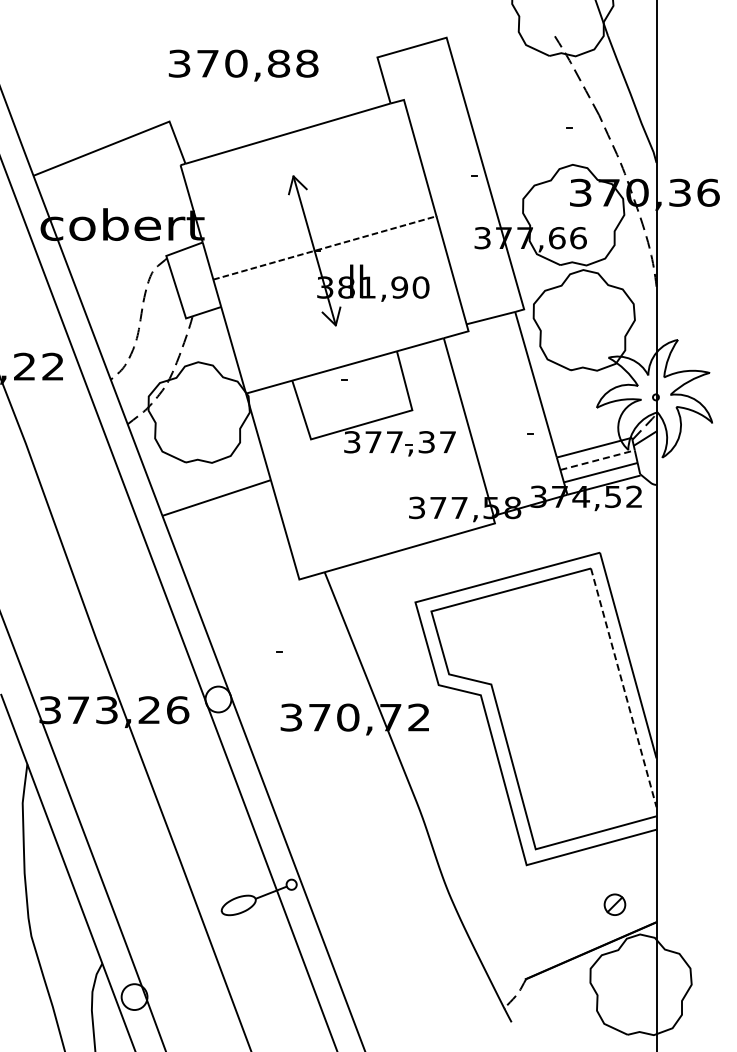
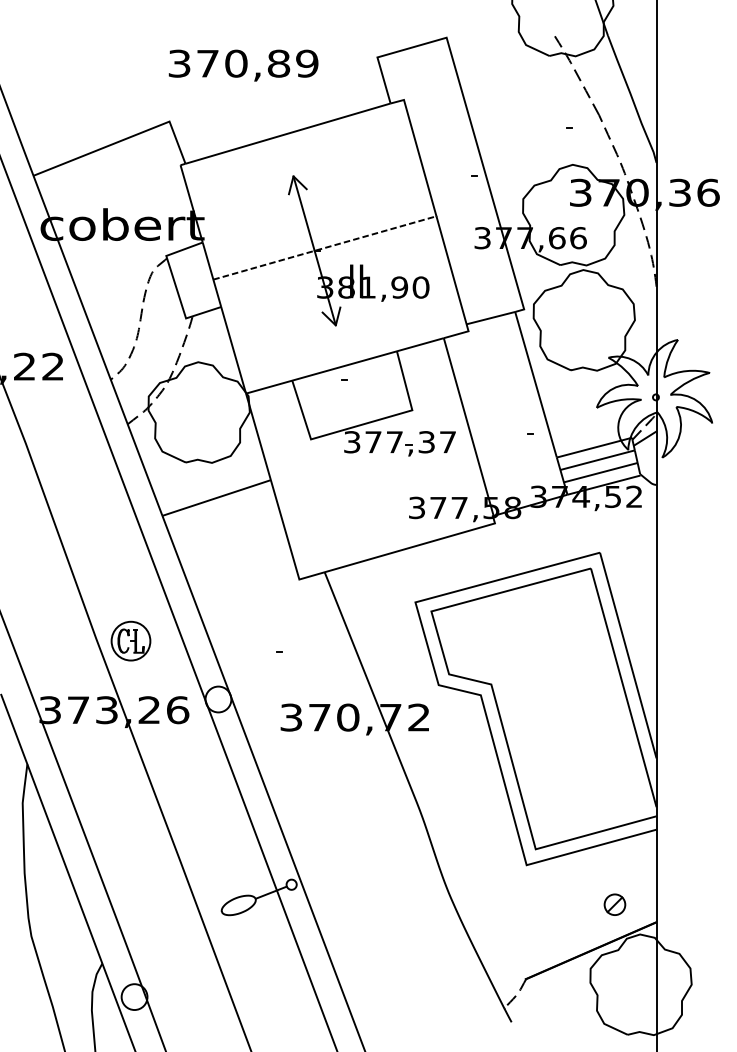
text at (307, 63): 370,88 -> 370,89
line at (598, 460): dashed -> solid
part at (130, 640): none -> present
line at (623, 687): dashed -> solid
